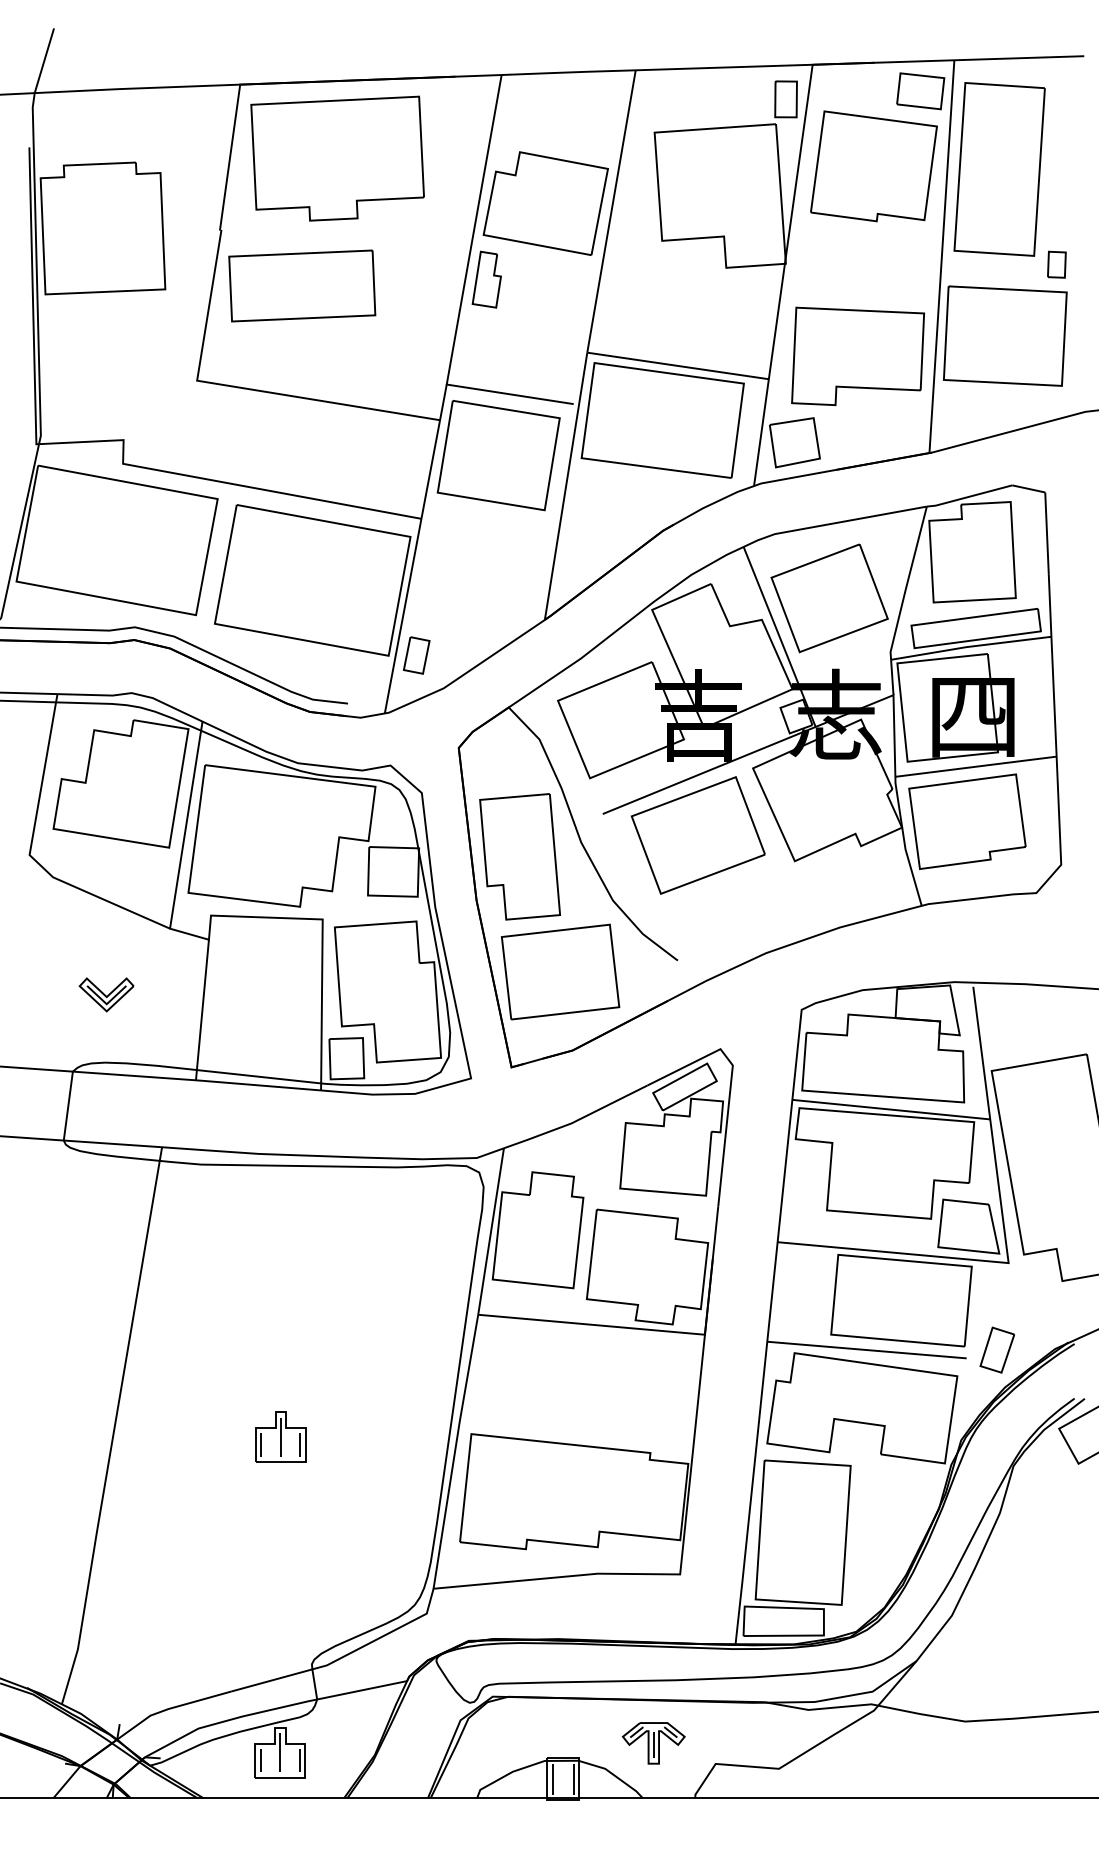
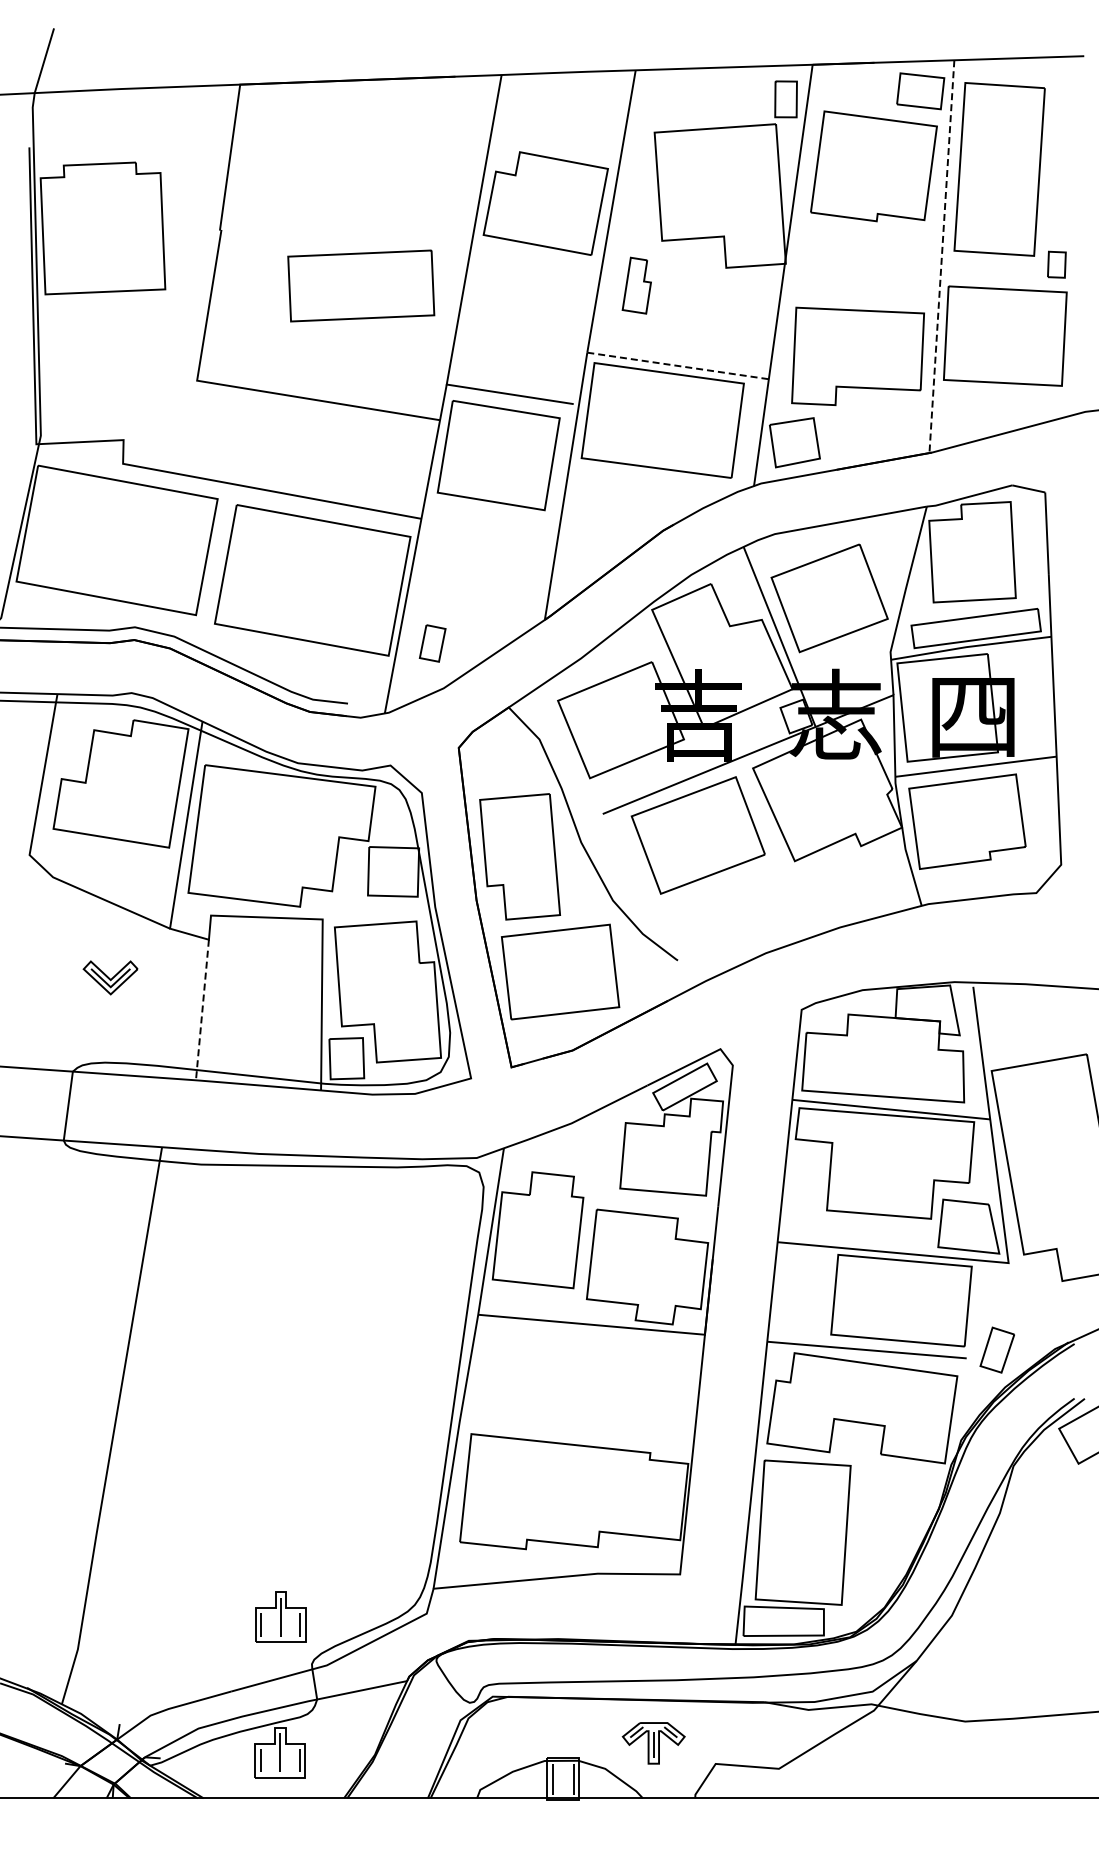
part at (337, 158): present -> none
line at (941, 256): solid -> dashed
part at (486, 279) position: (486, 279) -> (636, 285)
part at (302, 285) position: (302, 285) -> (361, 285)
line at (678, 365): solid -> dashed
part at (416, 655) position: (416, 655) -> (432, 643)
part at (106, 994) position: (106, 994) -> (110, 977)
line at (202, 1011): solid -> dashed
part at (280, 1436) position: (280, 1436) -> (280, 1616)
